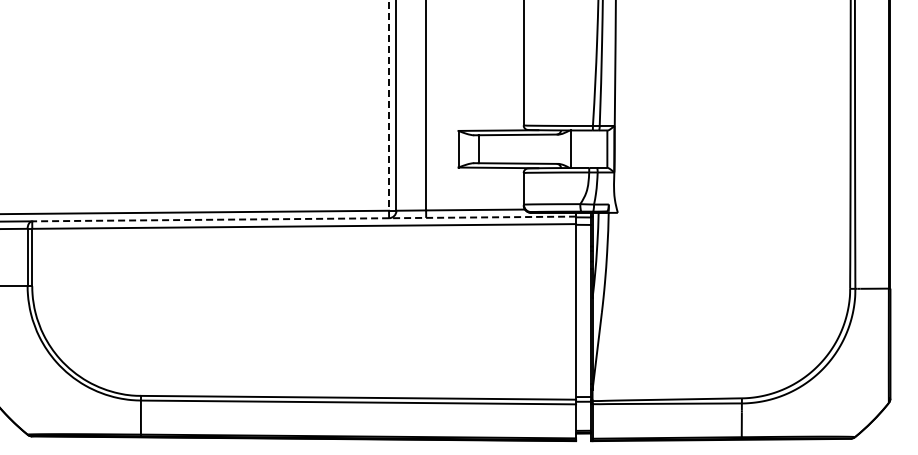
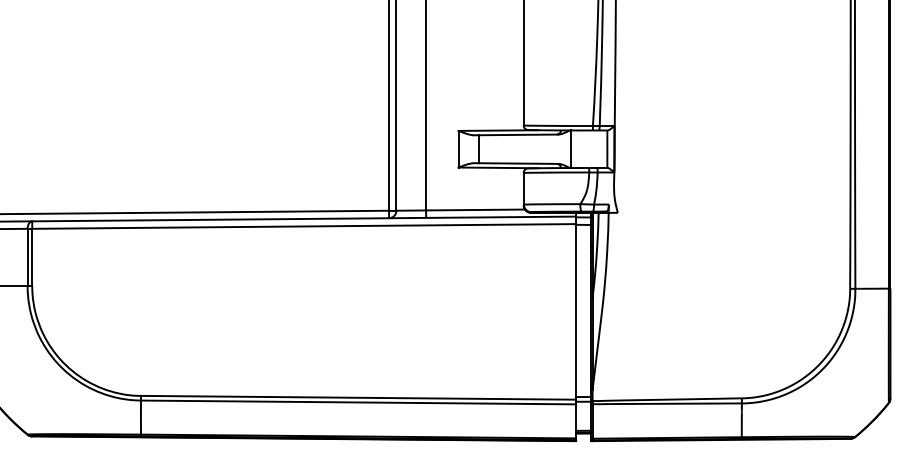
line at (389, 105): dashed -> solid
line at (304, 218): dashed -> solid
